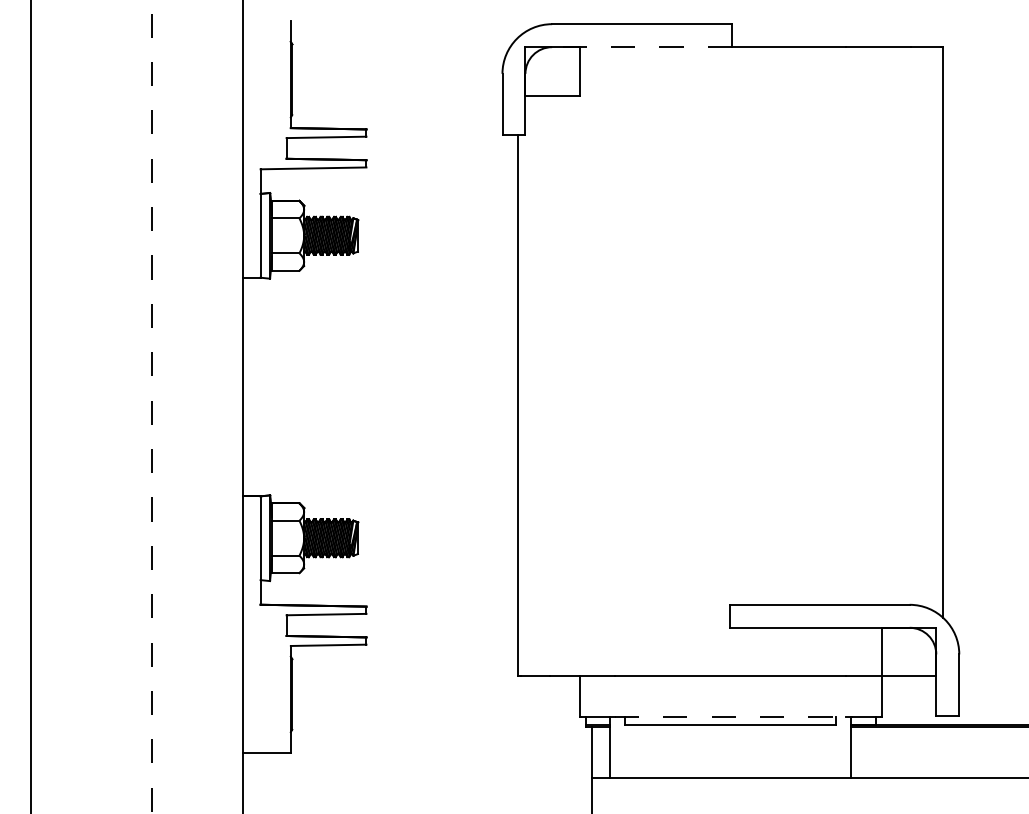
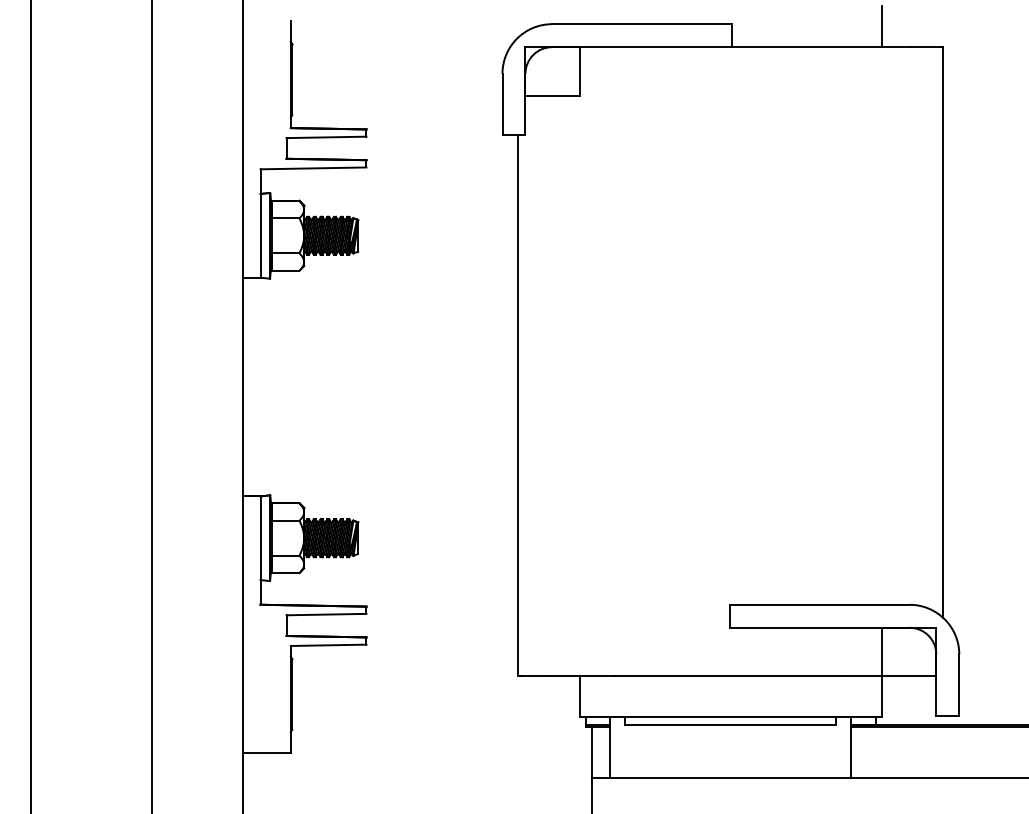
line at (881, 26): none -> present
line at (642, 47): dashed -> solid
line at (151, 407): dashed -> solid
line at (730, 717): dashed -> solid
